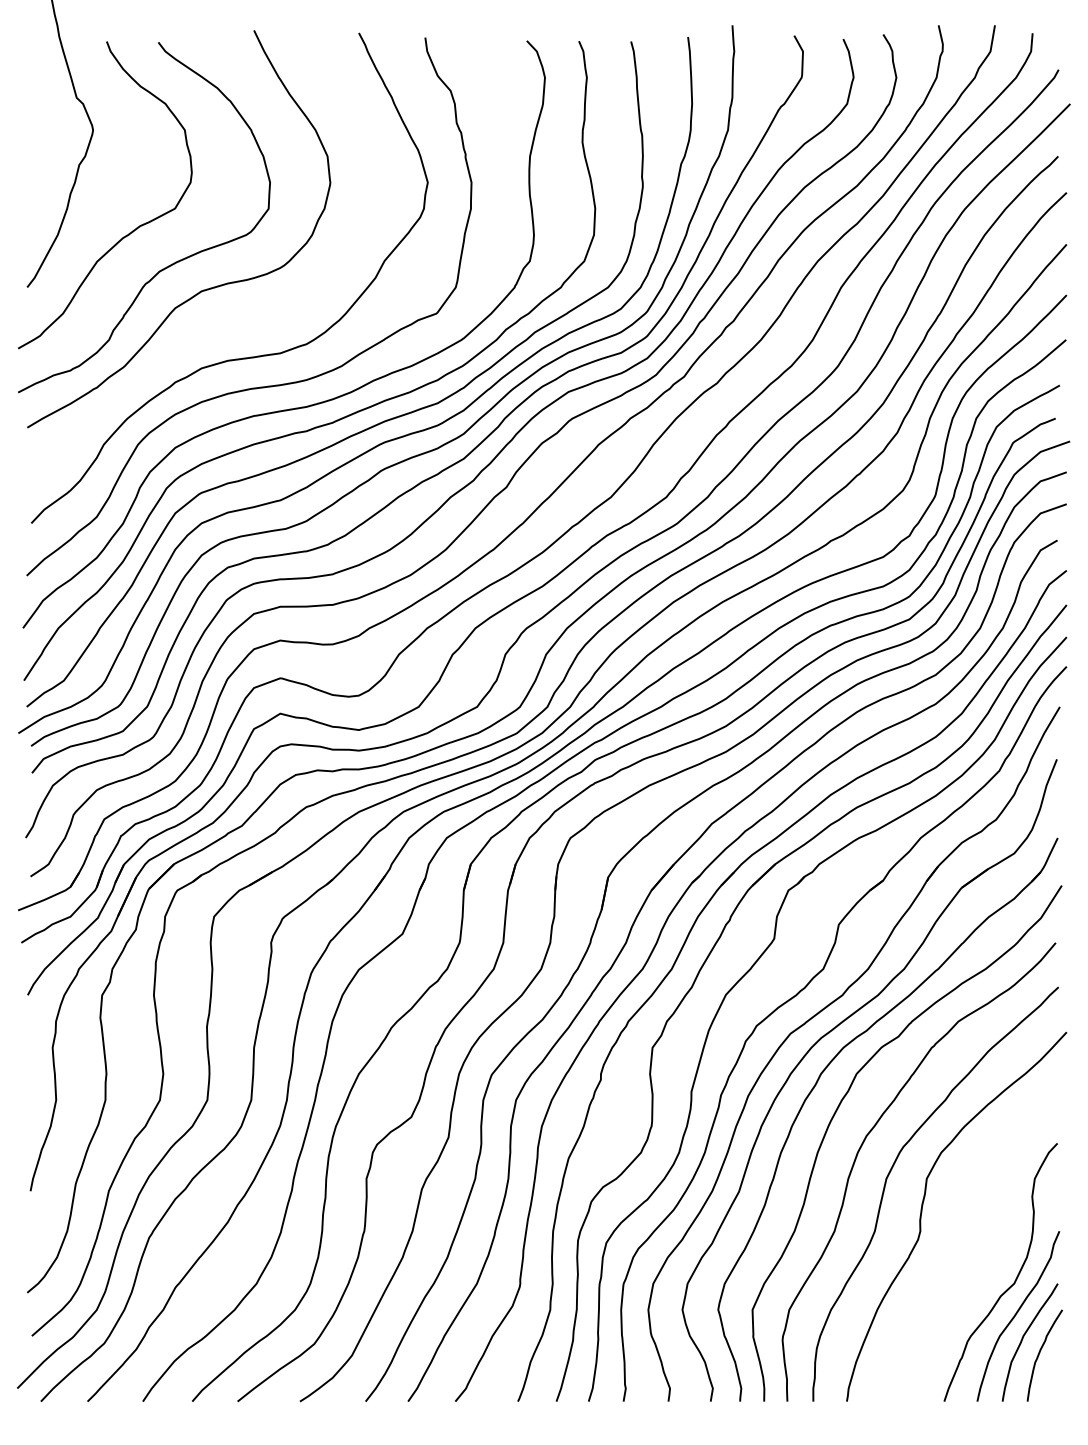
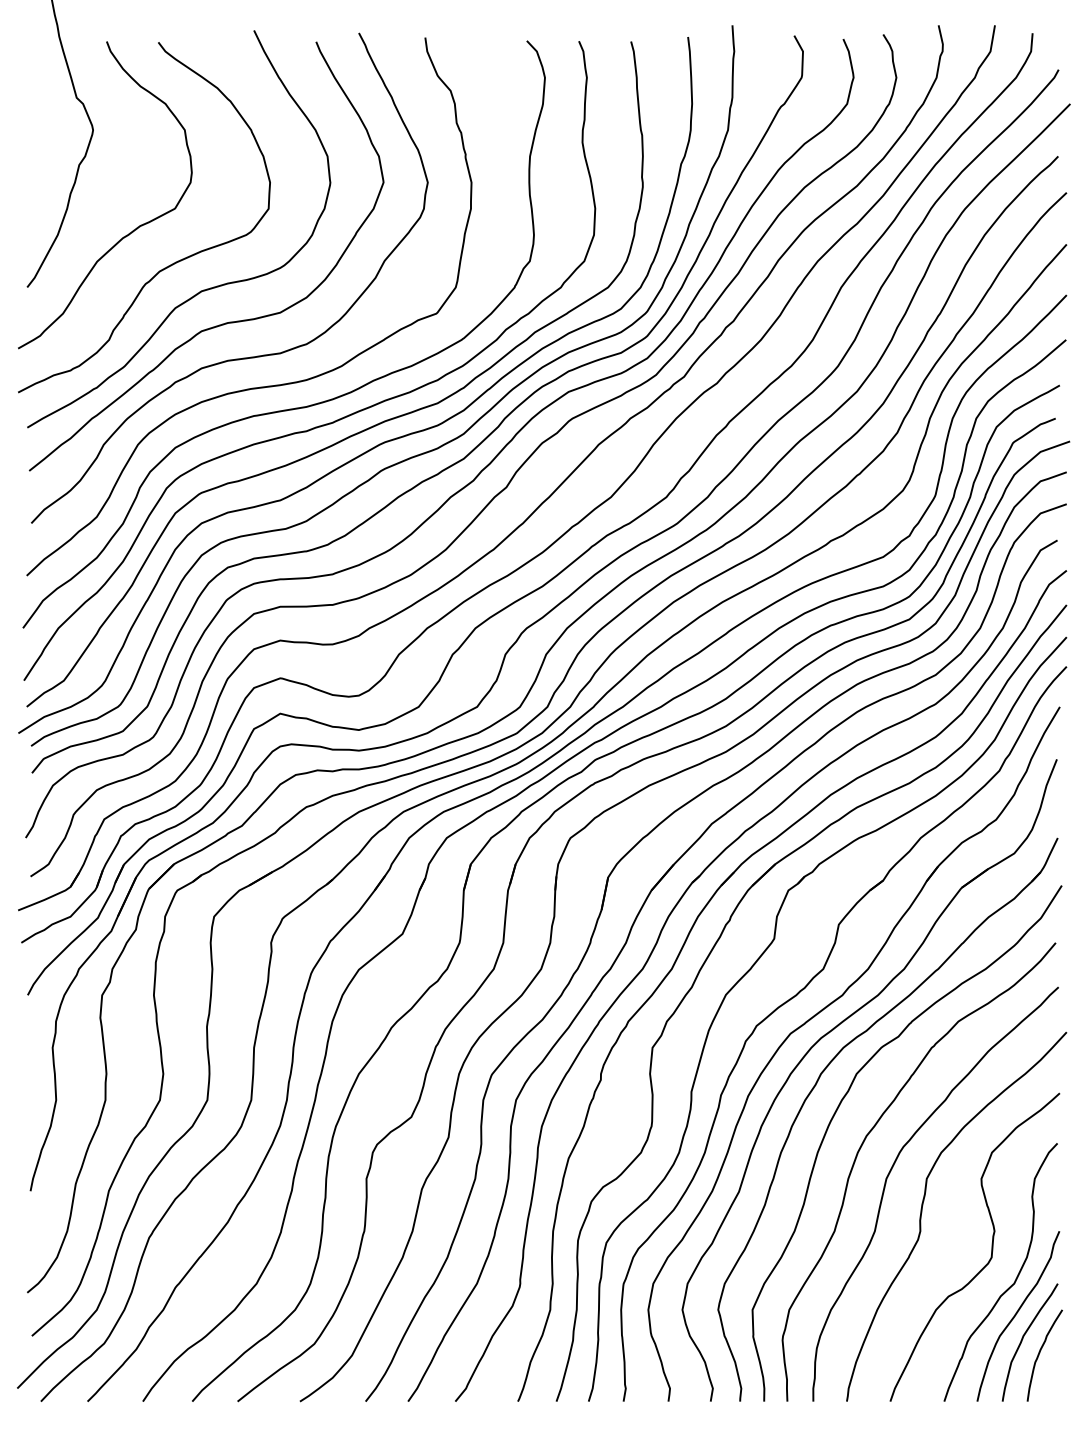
curve at (225, 322): none -> present
curve at (991, 1246): none -> present
